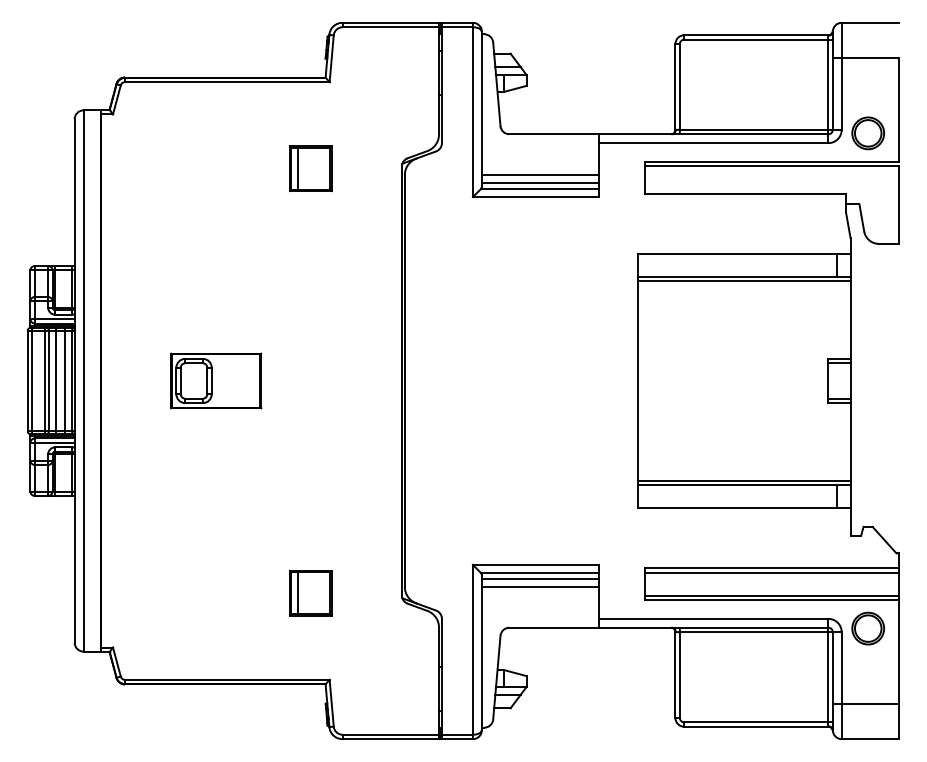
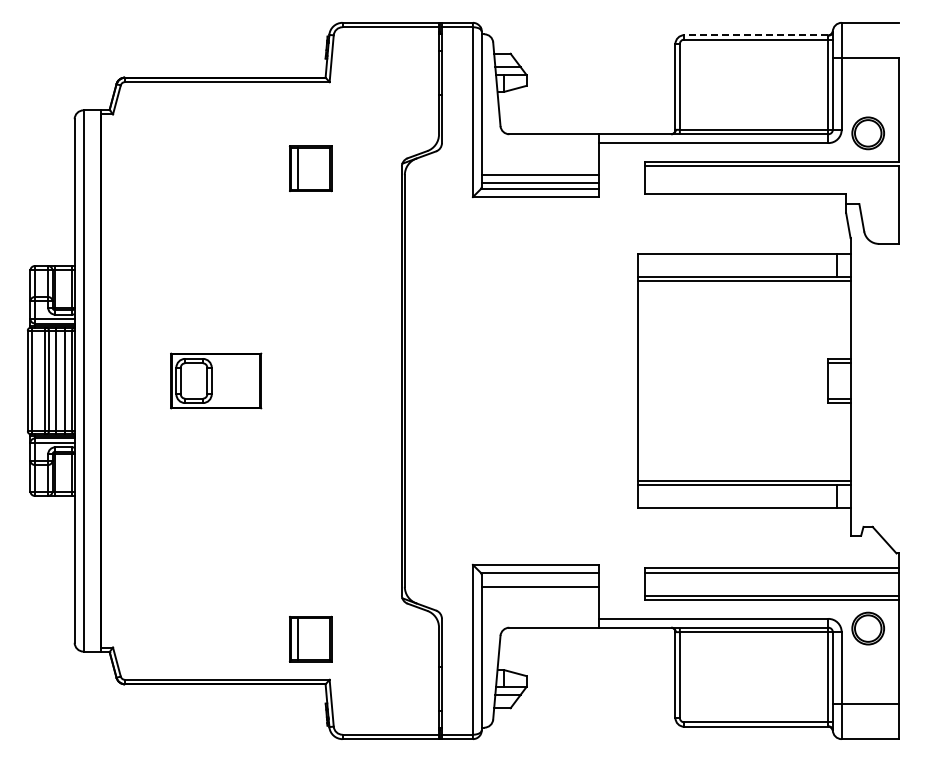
line at (755, 35): solid -> dashed
line at (539, 579): present -> none
part at (310, 592) position: (310, 592) -> (310, 638)
